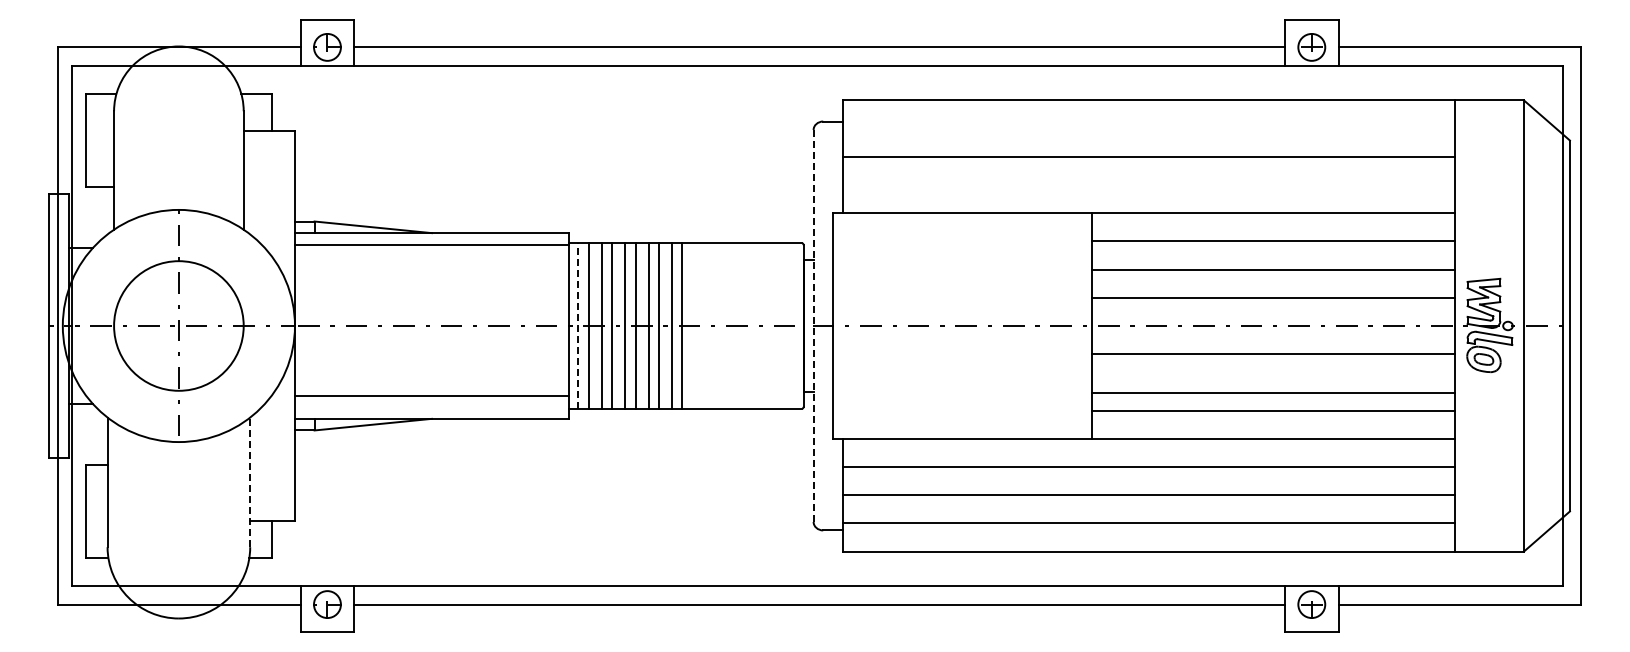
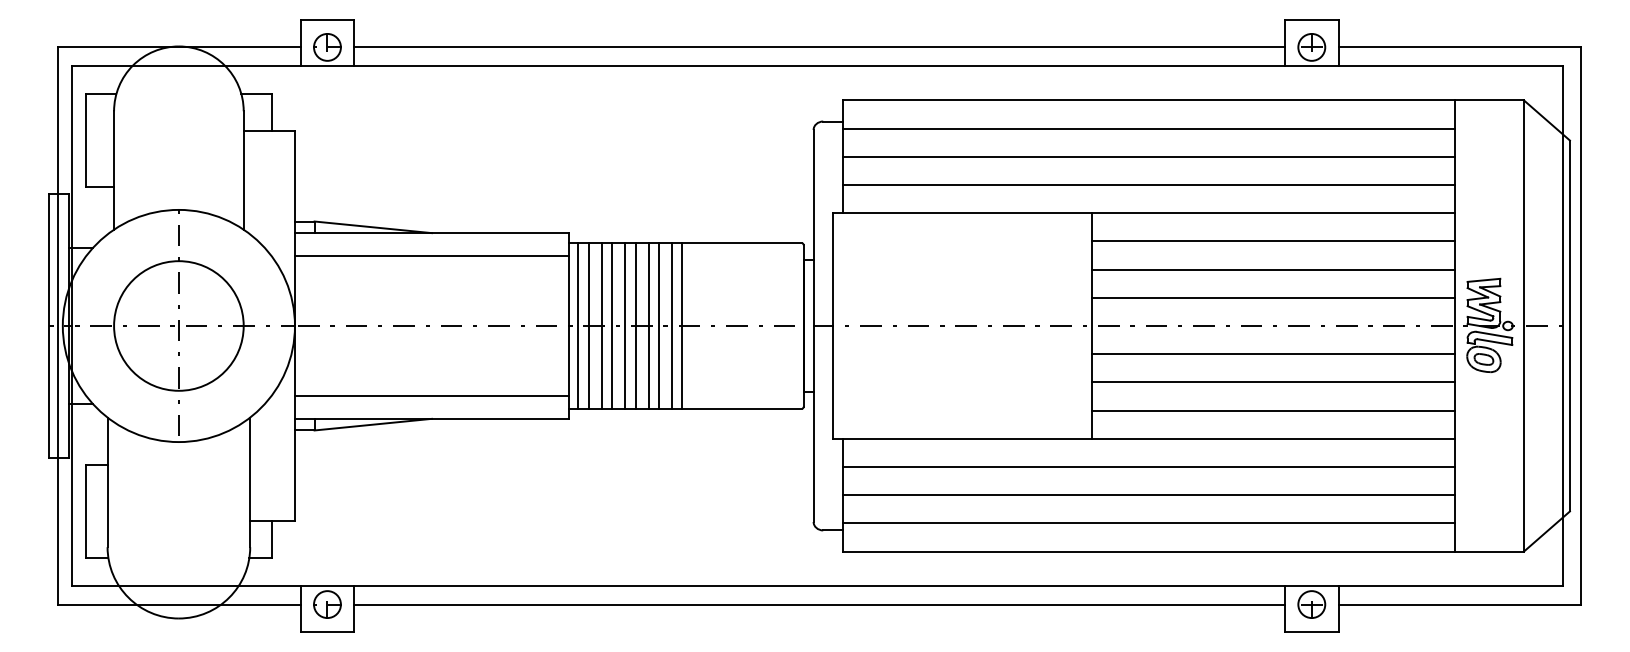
line at (1148, 128): none -> present
line at (1148, 184): none -> present
line at (431, 245) position: (431, 245) -> (431, 256)
line at (578, 326): dashed -> solid
line at (813, 326): dashed -> solid
line at (1272, 393) position: (1272, 393) -> (1272, 382)
line at (250, 482): dashed -> solid
